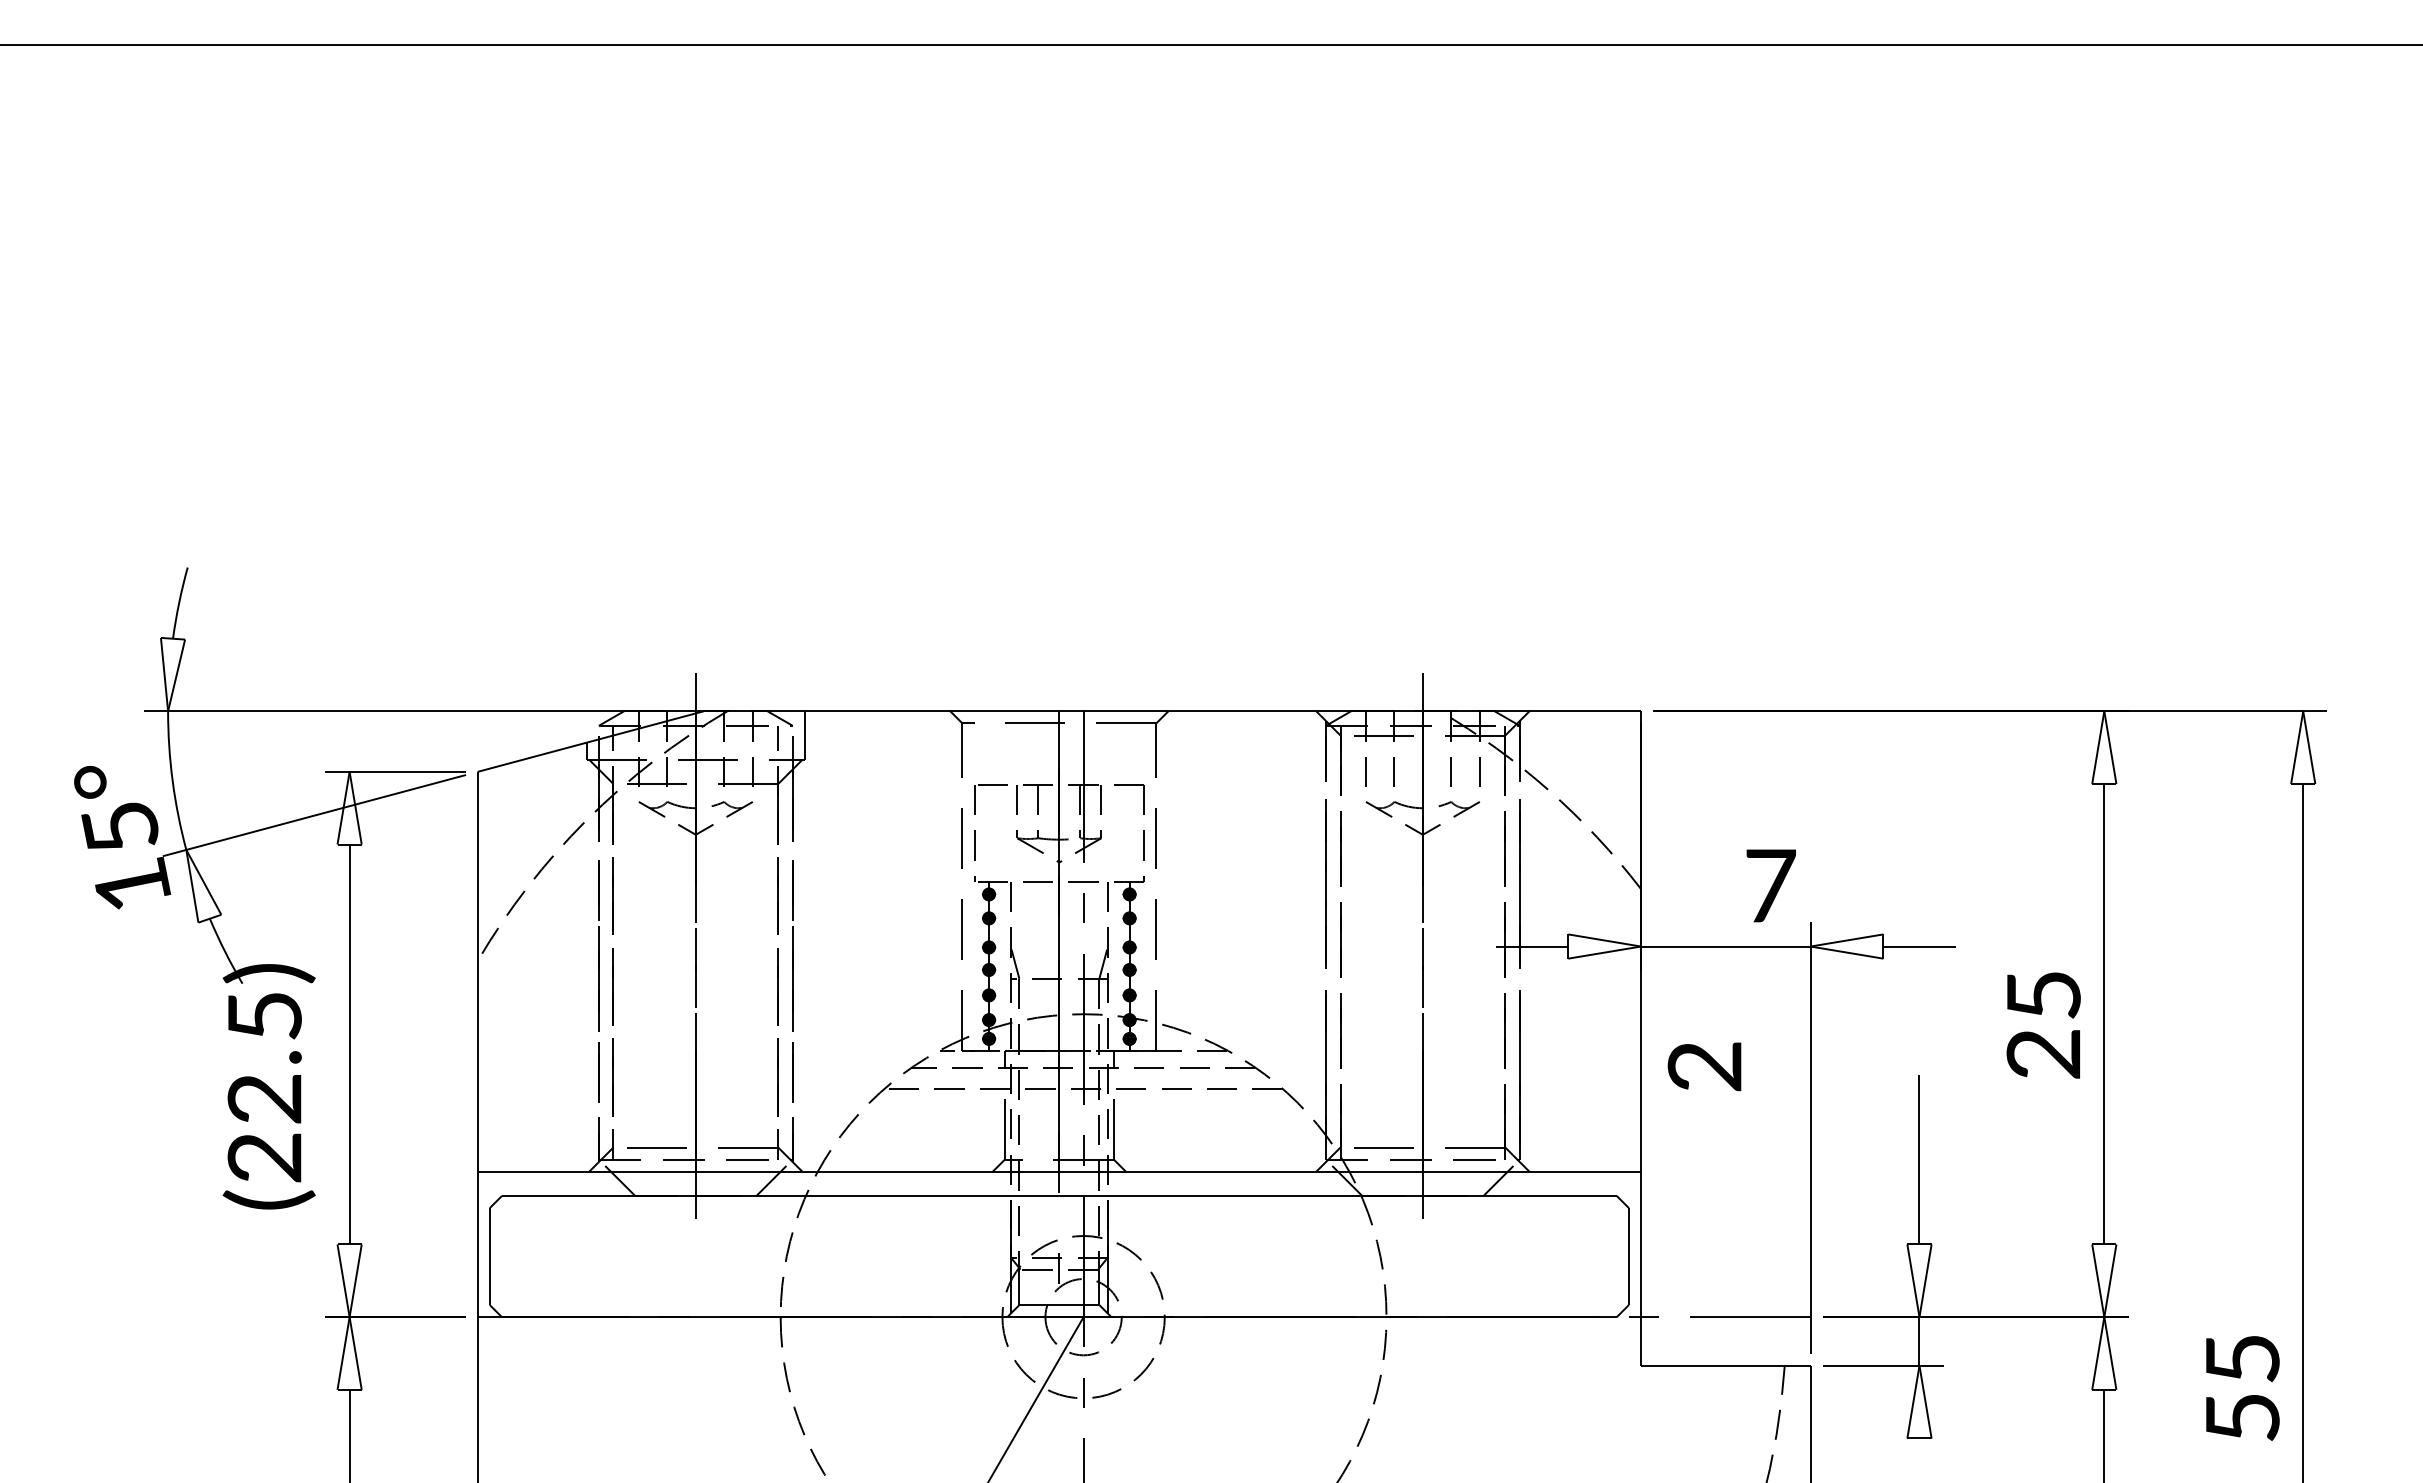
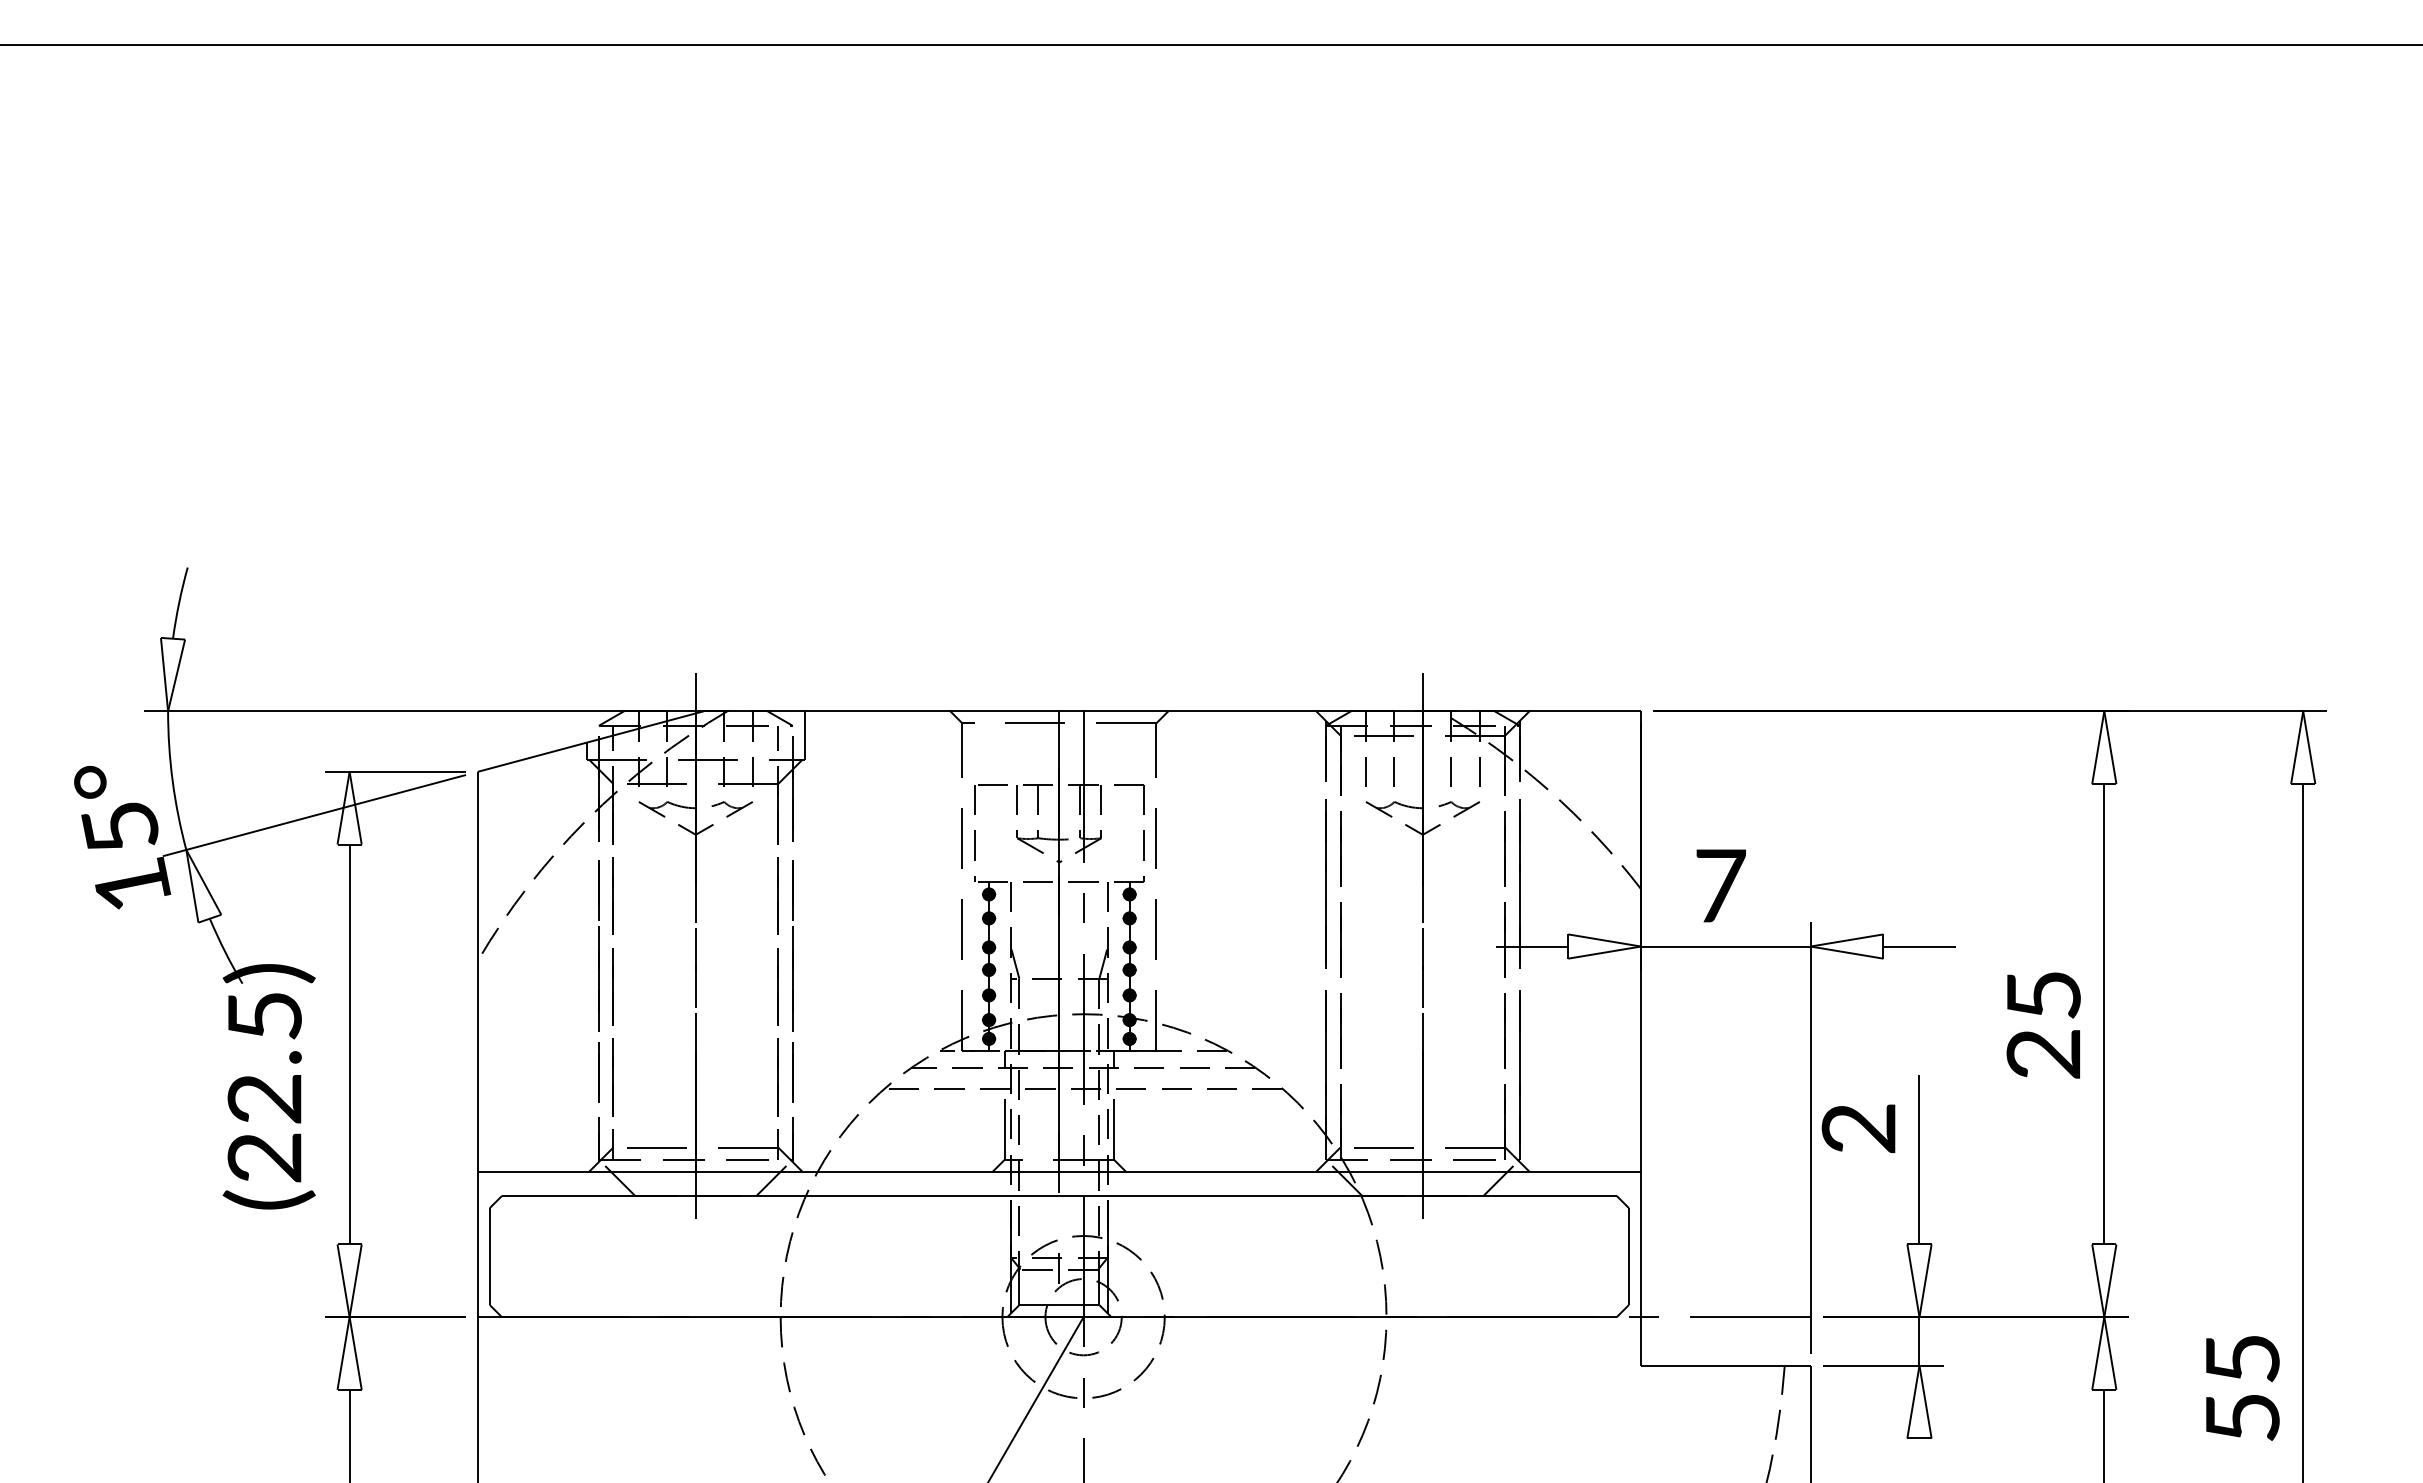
text at (1770, 885) position: (1770, 885) -> (1720, 885)
text at (1704, 1066) position: (1704, 1066) -> (1858, 1128)
